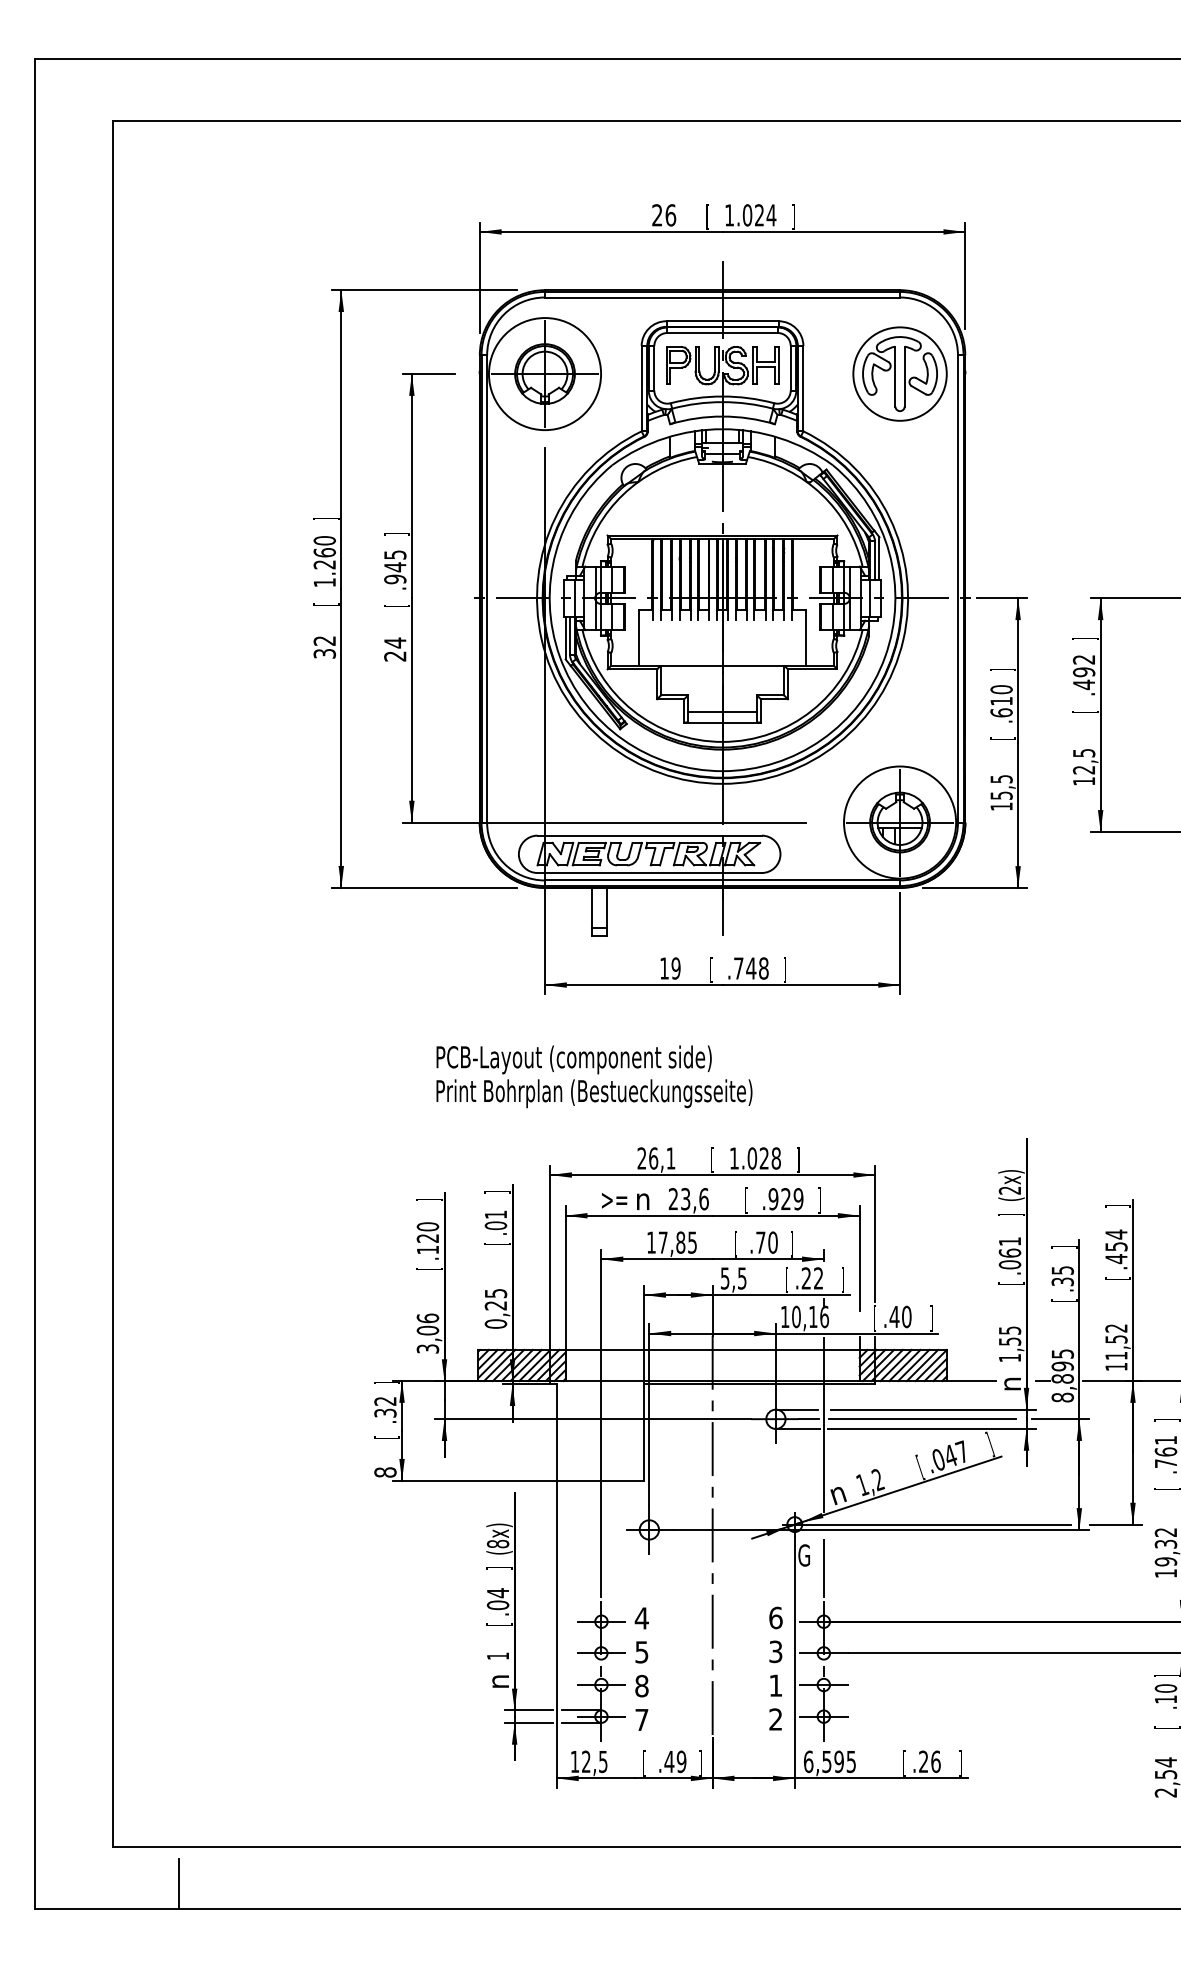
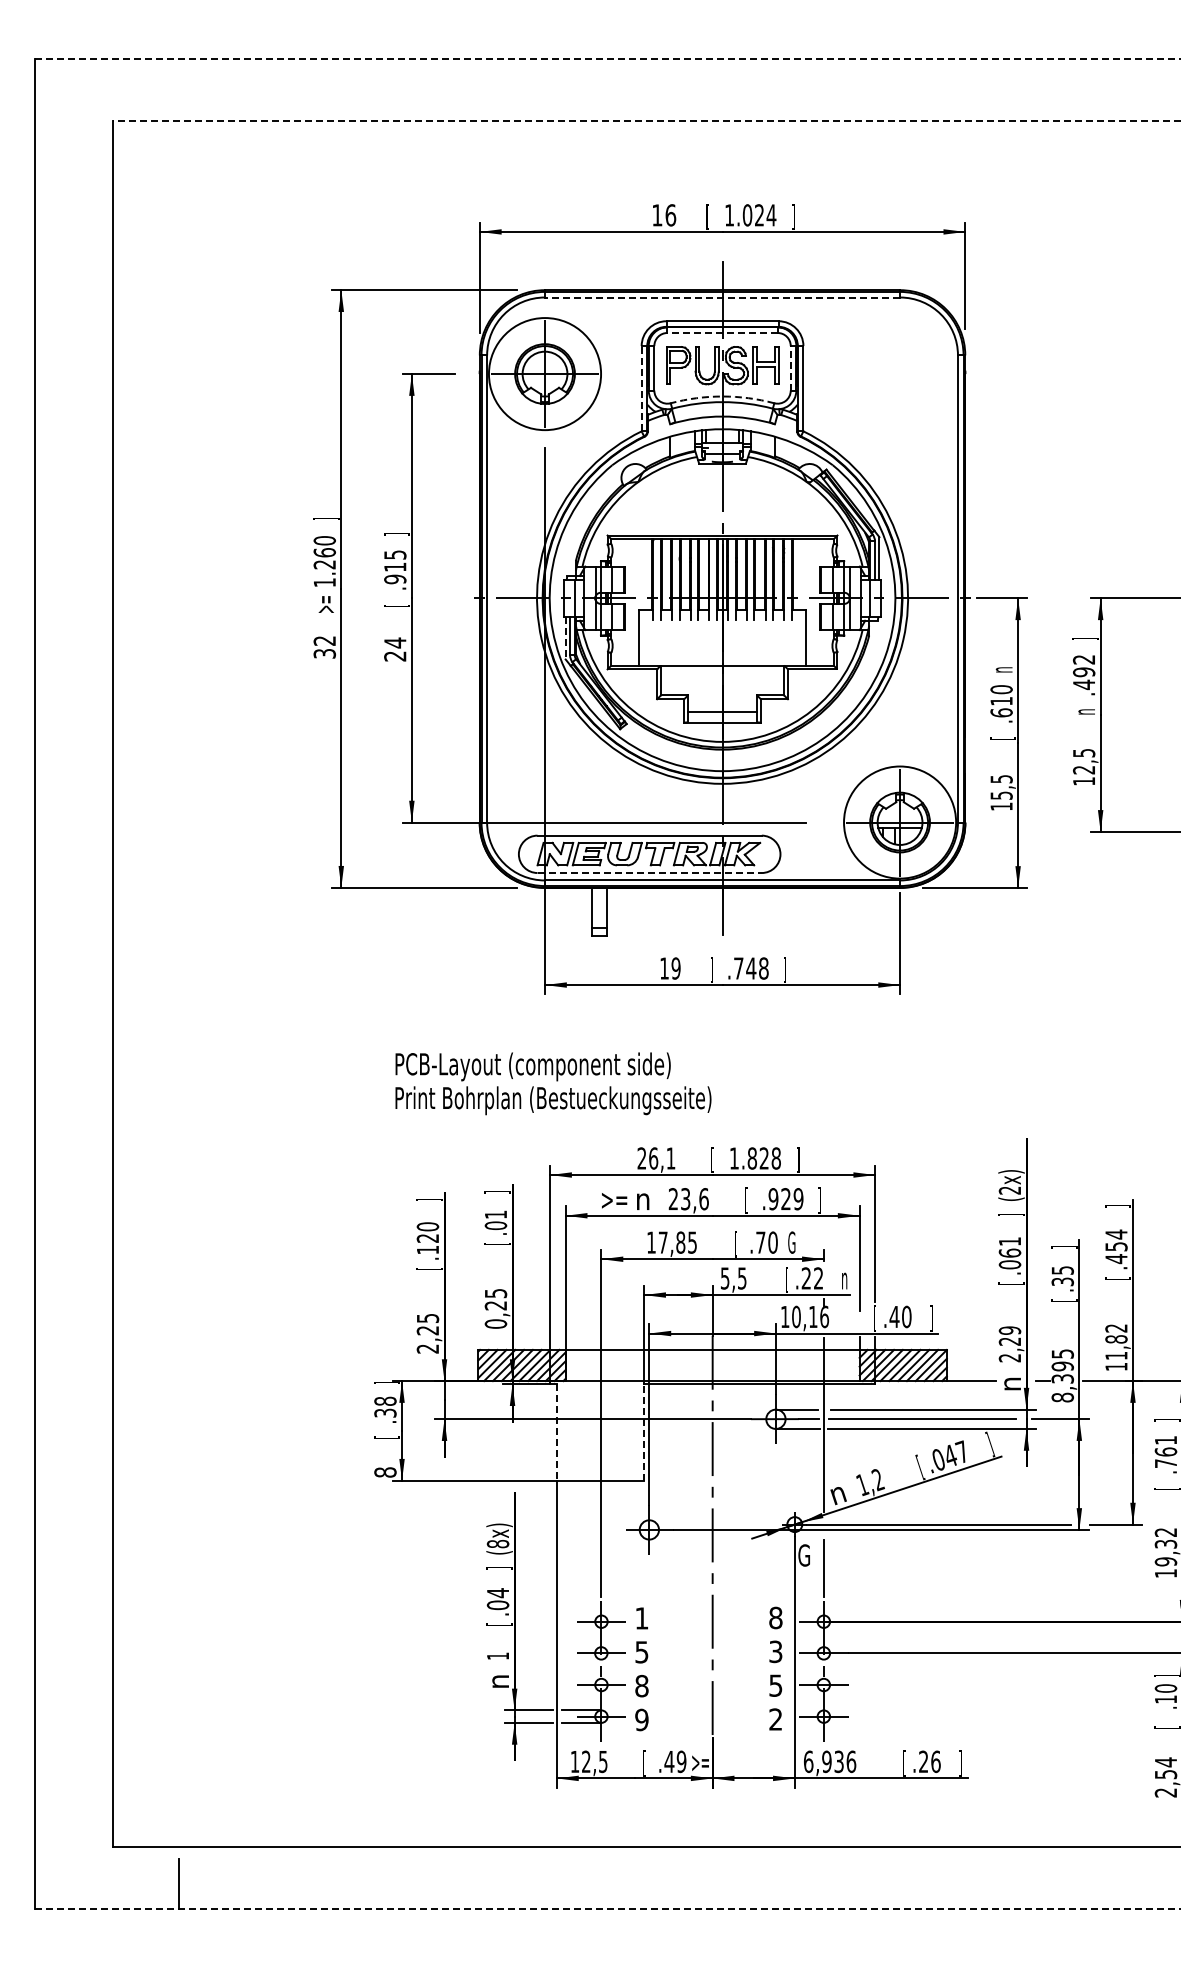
line at (608, 59): solid -> dashed
line at (646, 121): solid -> dashed
text at (657, 215): 26 -> 16
line at (722, 297): solid -> dashed
line at (722, 332): solid -> dashed
line at (790, 367): solid -> dashed
part at (899, 373): present -> none
line at (641, 388): solid -> dashed
arc at (722, 396): solid -> dashed
text at (395, 567): .945 -> .915
text at (326, 604): [ -> >=
line at (565, 638): solid -> dashed
text at (1002, 669): ] -> n
text at (1085, 711): [ -> n
line at (650, 873): solid -> dashed
text at (711, 969): [ -> ]
text at (594, 1076) position: (594, 1076) -> (553, 1083)
text at (752, 1158): 1.028 -> 1.828
text at (791, 1244): ] -> G
text at (844, 1279): ] -> n
text at (427, 1333): 3,06 -> 2,25
text at (1116, 1339): 11,52 -> 11,82
text at (1009, 1344): 1,55 -> 2,29
text at (1062, 1378): 8,895 -> 8,395
text at (385, 1400): .32 -> .38
line at (644, 1431): solid -> dashed
line at (556, 1432): solid -> dashed
text at (775, 1617): 6 -> 8
text at (641, 1618): 4 -> 1
text at (775, 1685): 1 -> 5
text at (641, 1719): 7 -> 9
text at (839, 1761): 6,595 -> 6,936
text at (700, 1763): ] -> >=
line at (608, 1908): solid -> dashed
